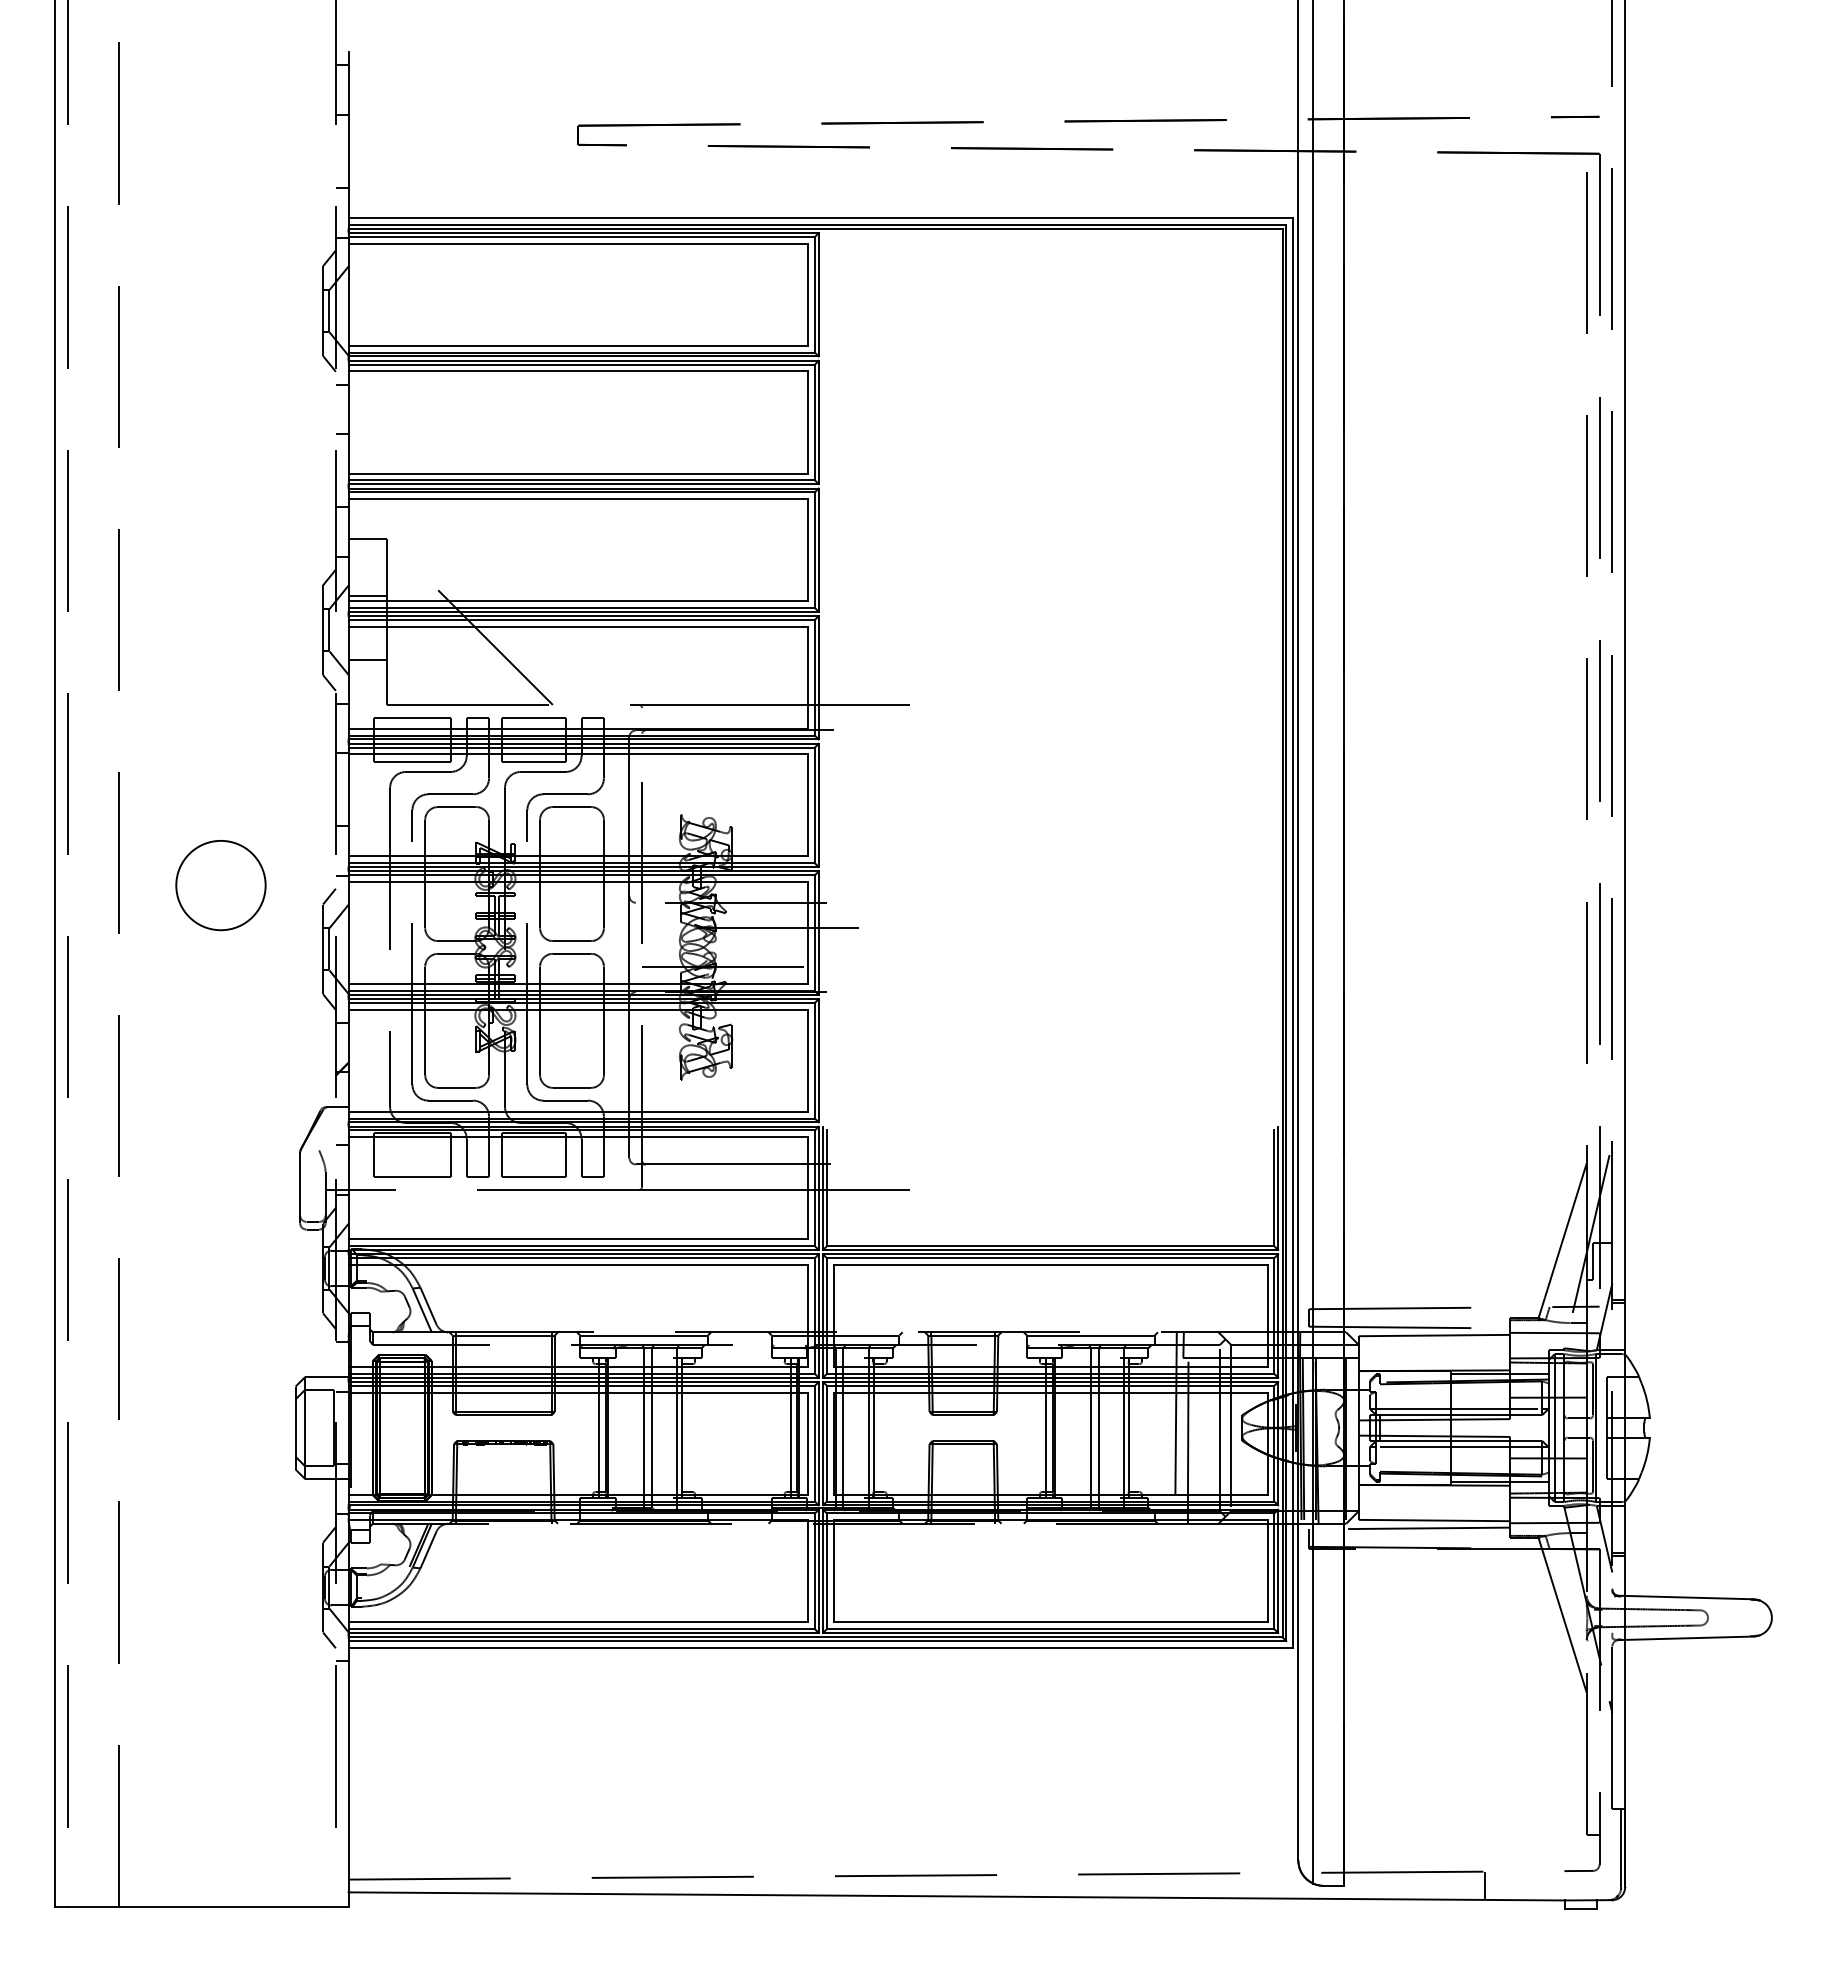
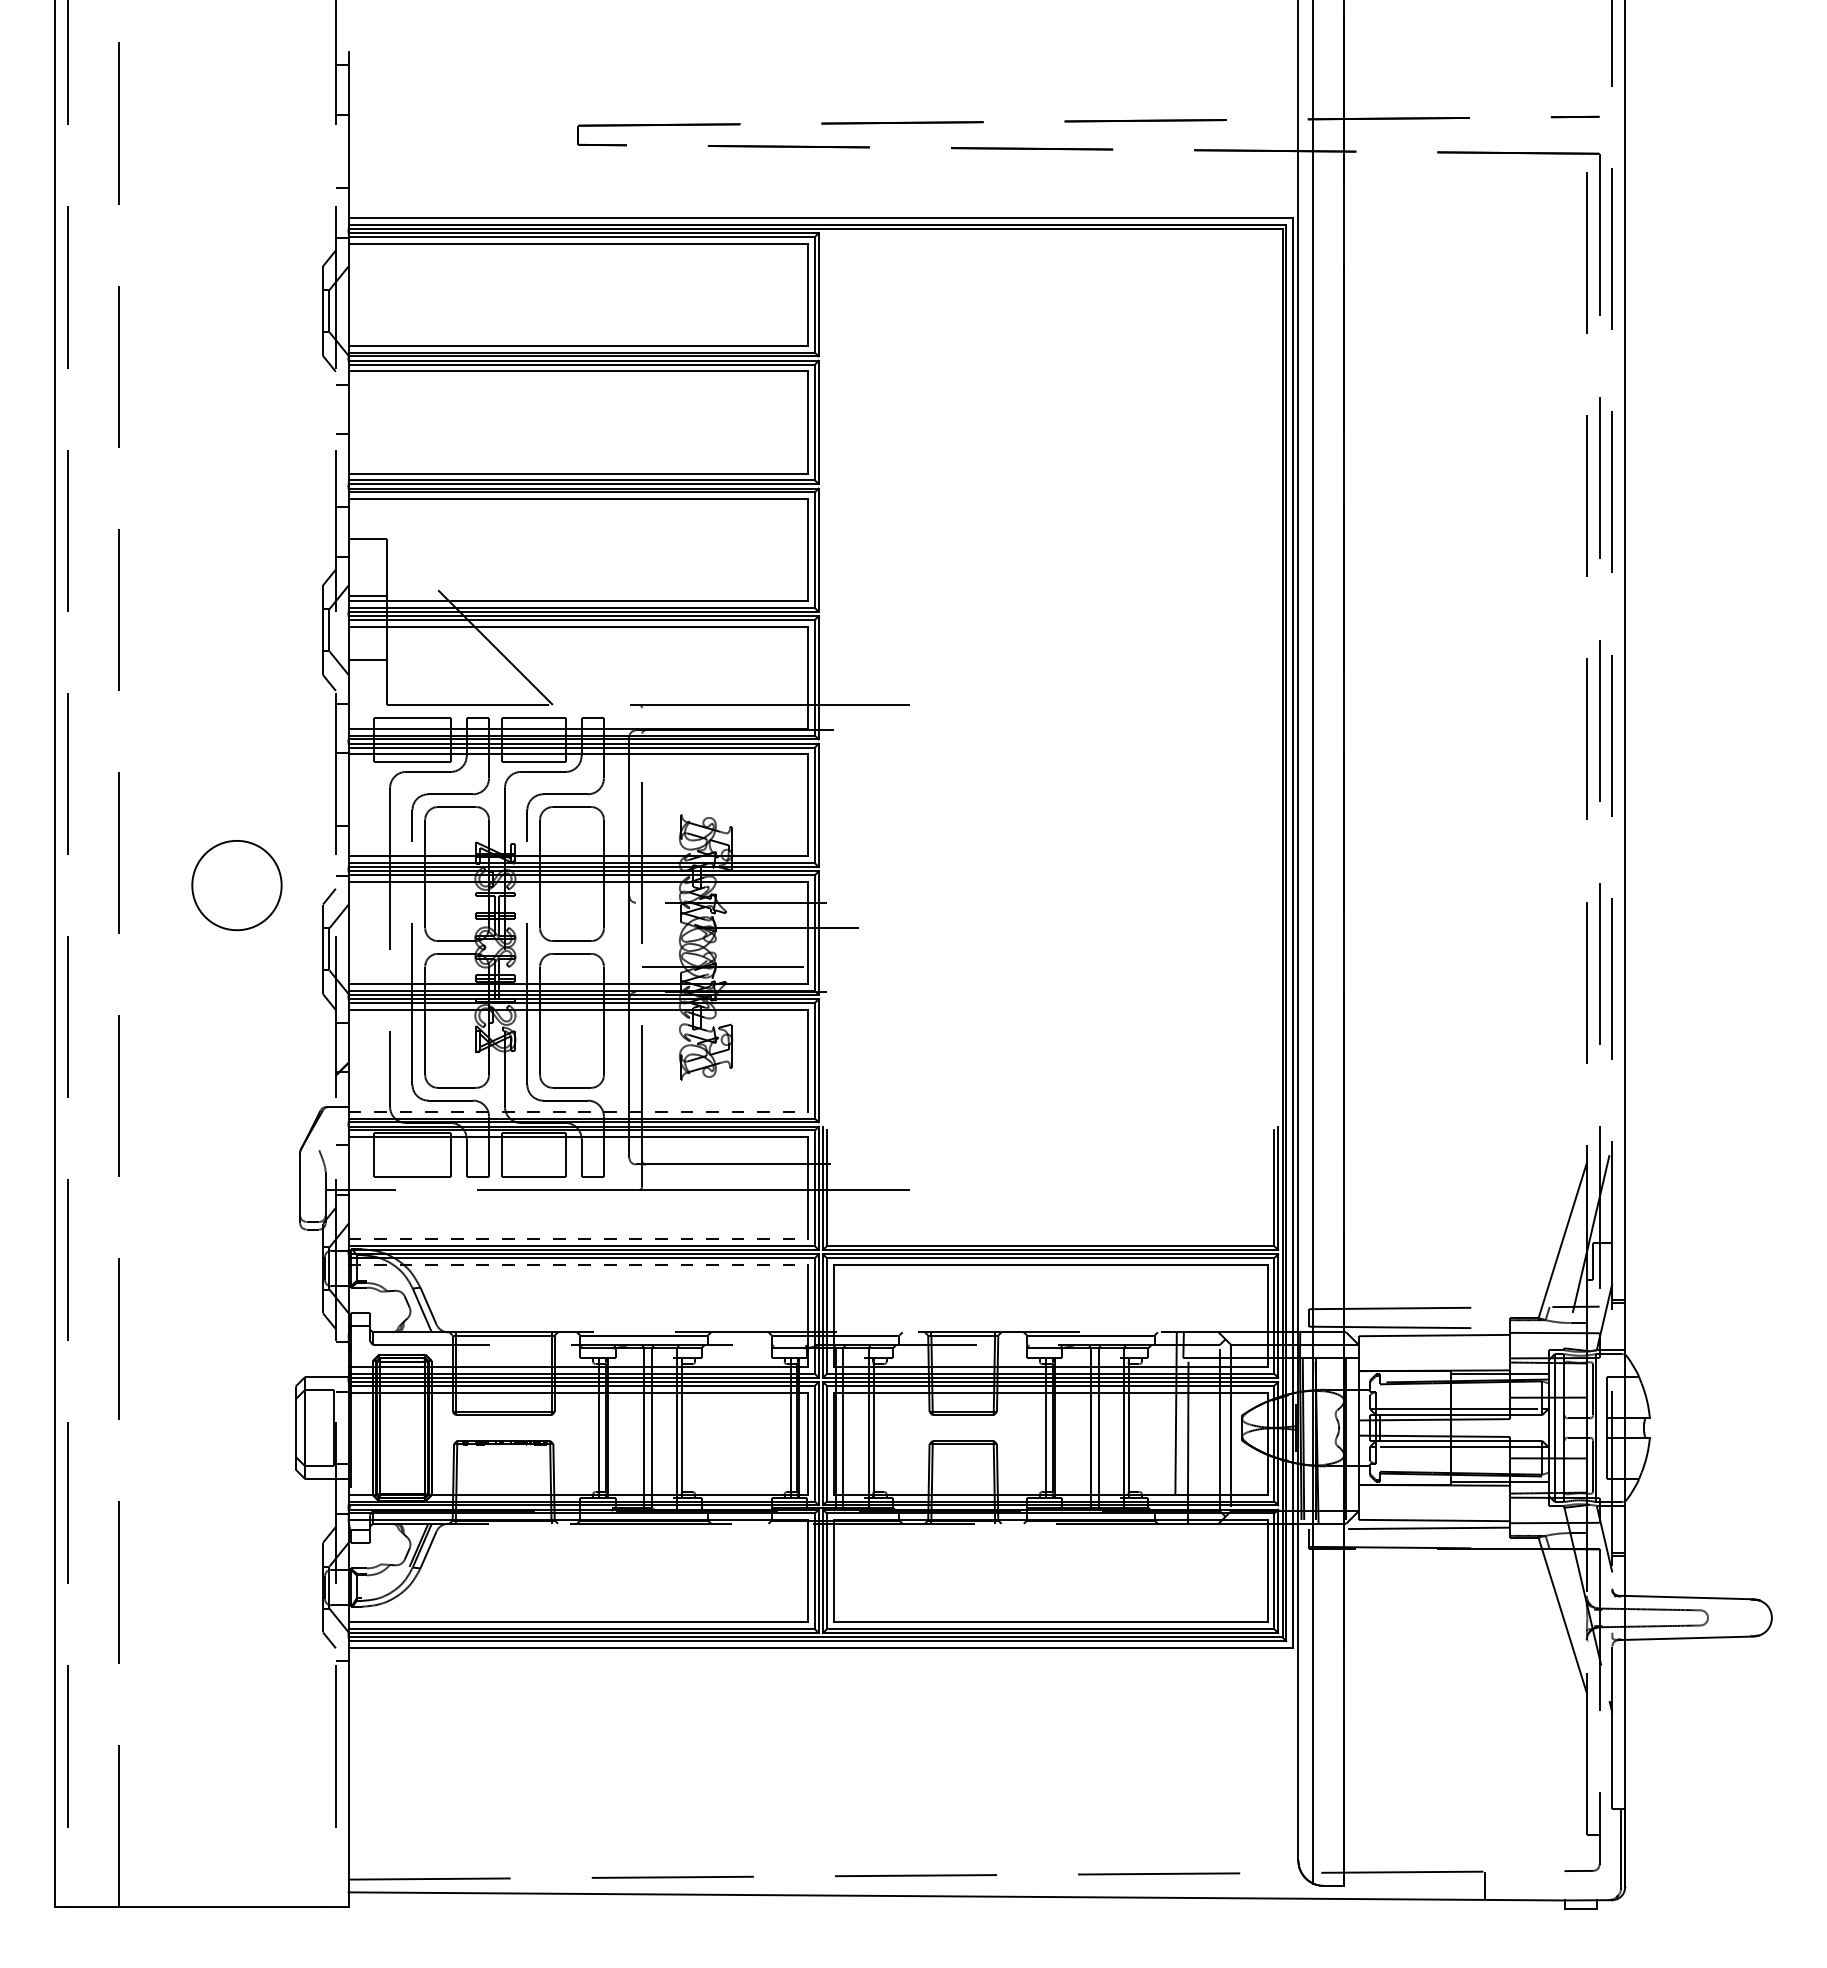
circle at (220, 885) position: (220, 885) -> (236, 885)
line at (578, 1111): solid -> dashed
line at (578, 1239): solid -> dashed
line at (578, 1264): solid -> dashed
